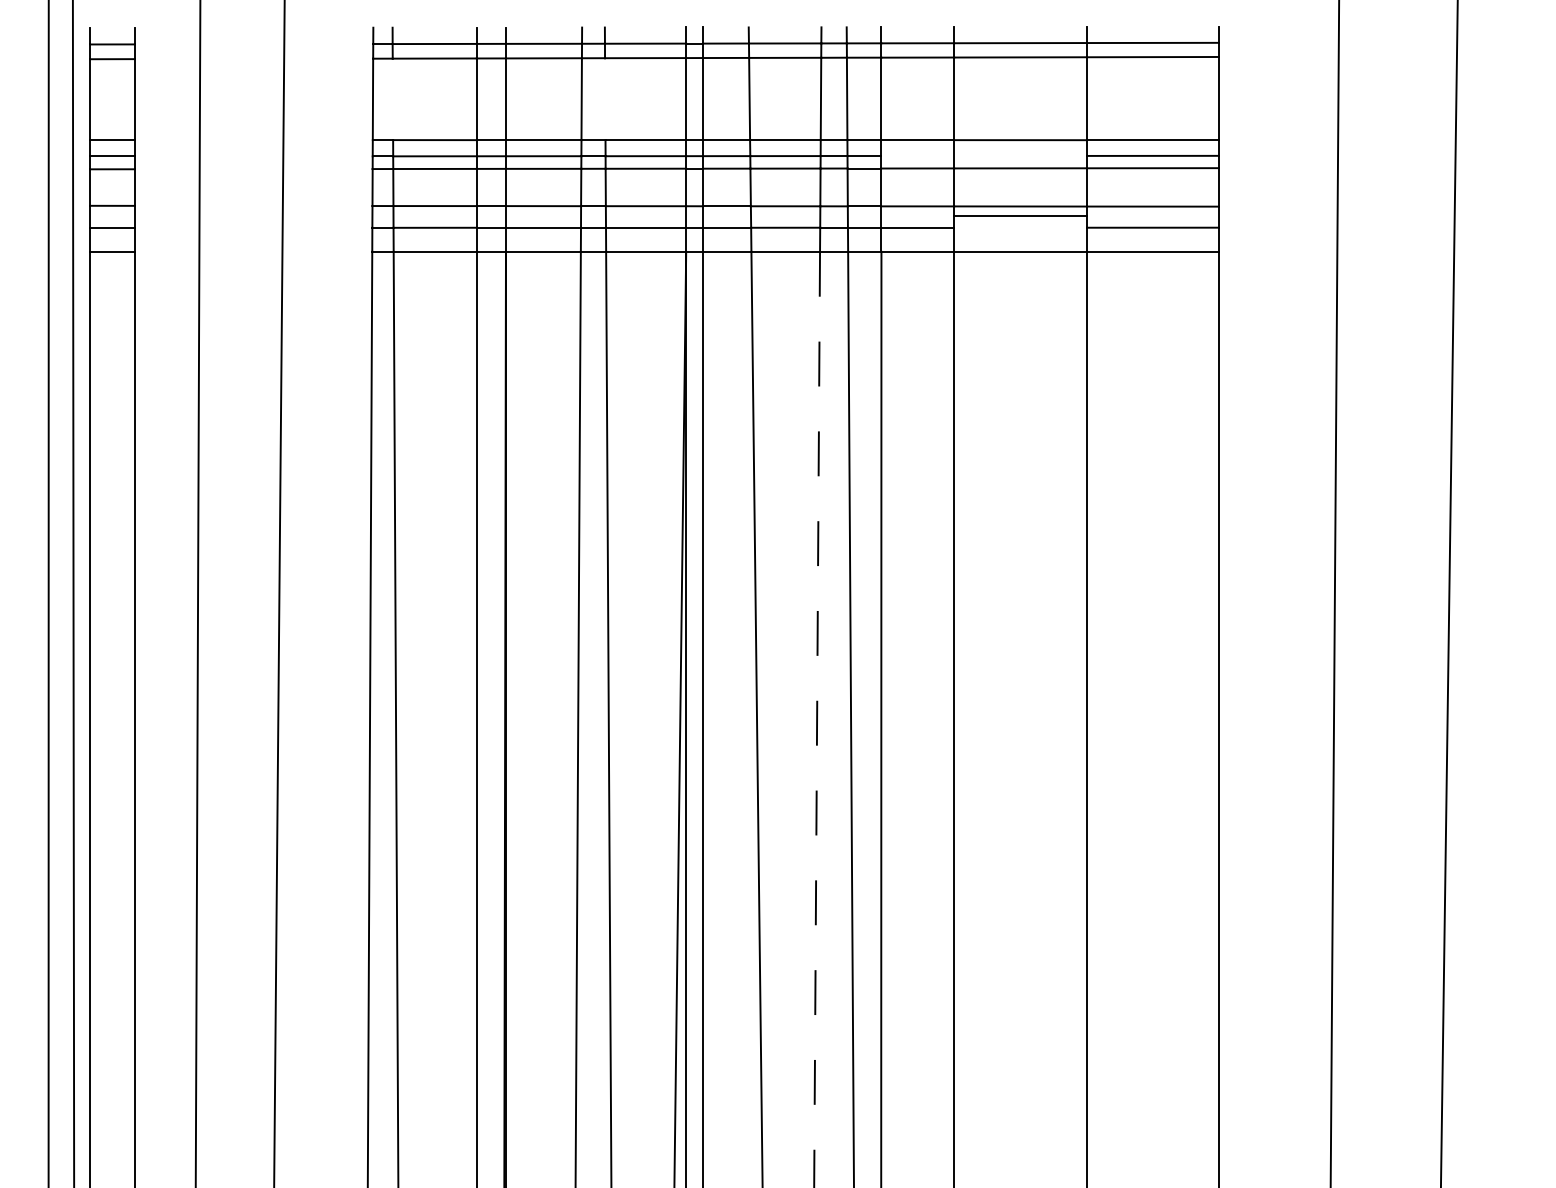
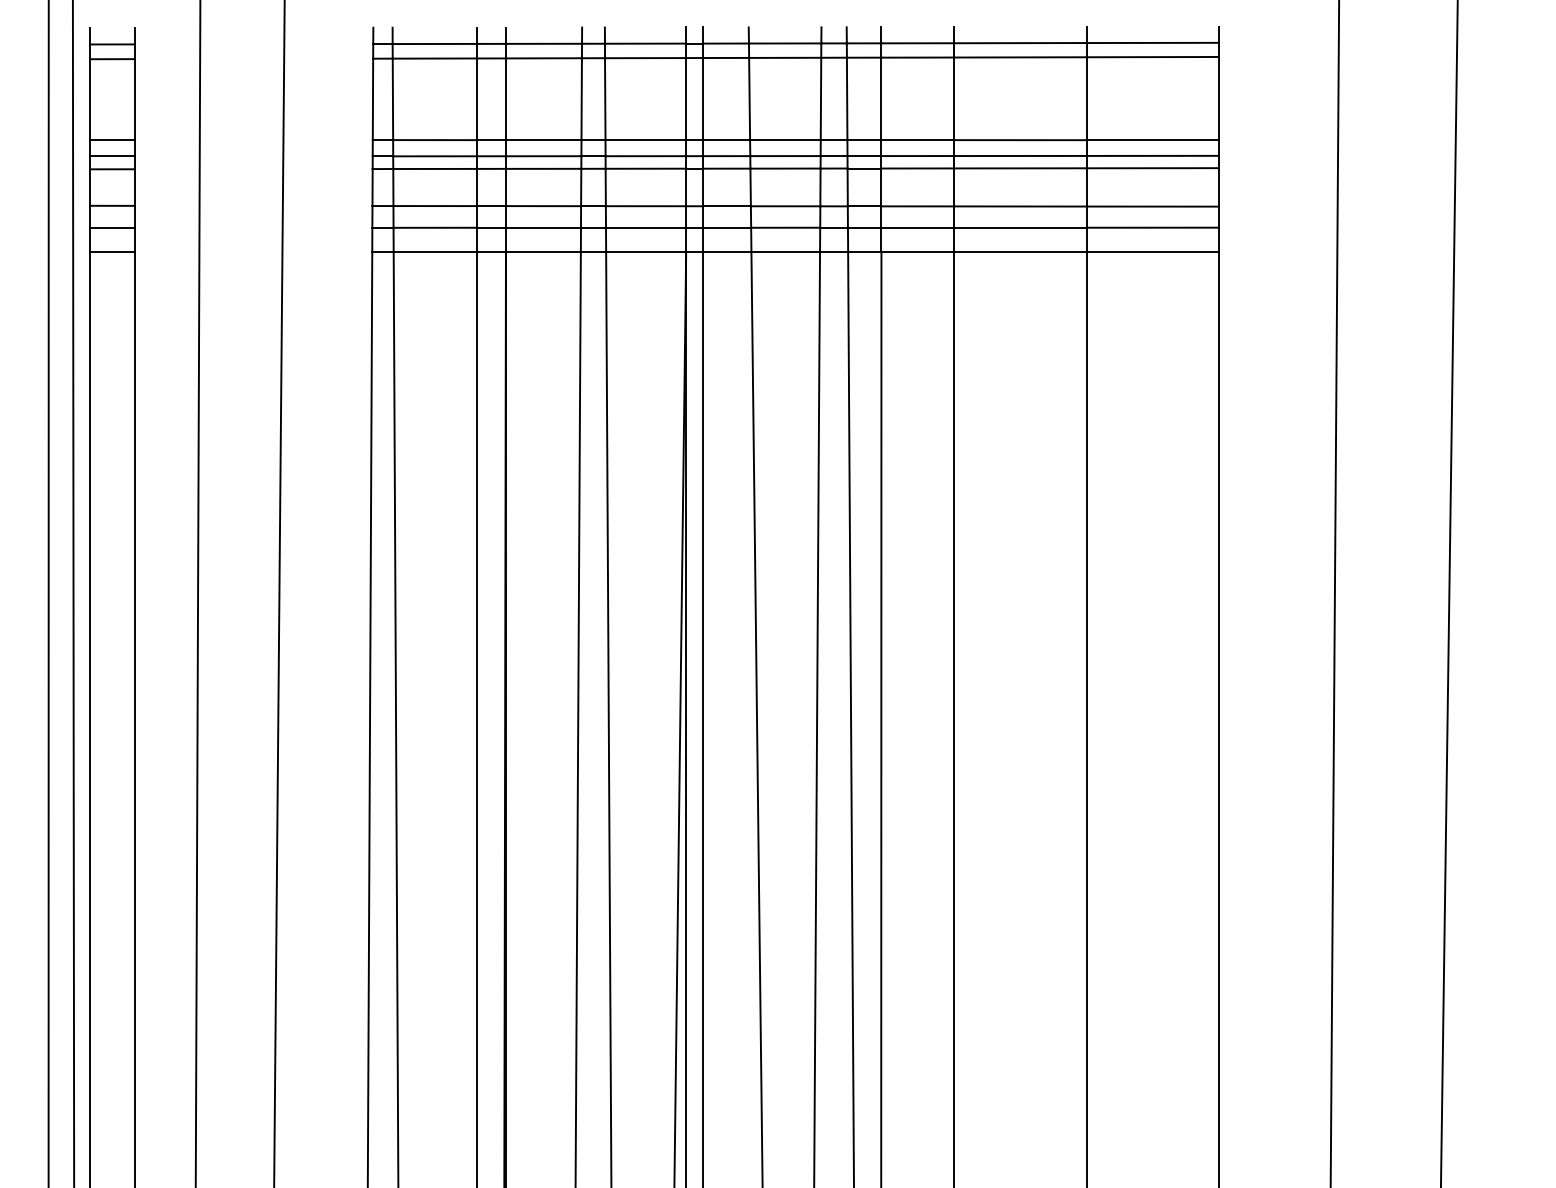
line at (392, 99): none -> present
line at (605, 99): none -> present
line at (983, 155): none -> present
line at (1020, 215) position: (1020, 215) -> (1020, 227)
line at (817, 719): dashed -> solid
